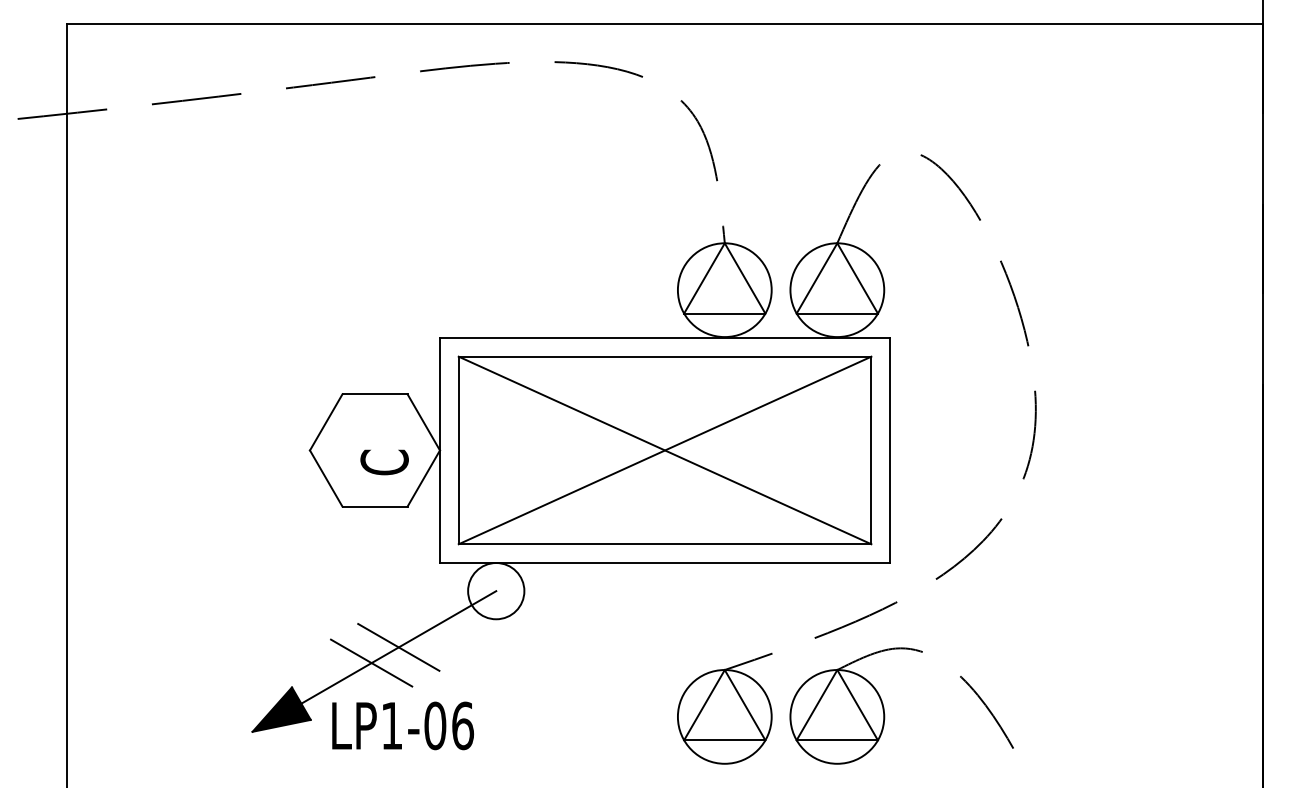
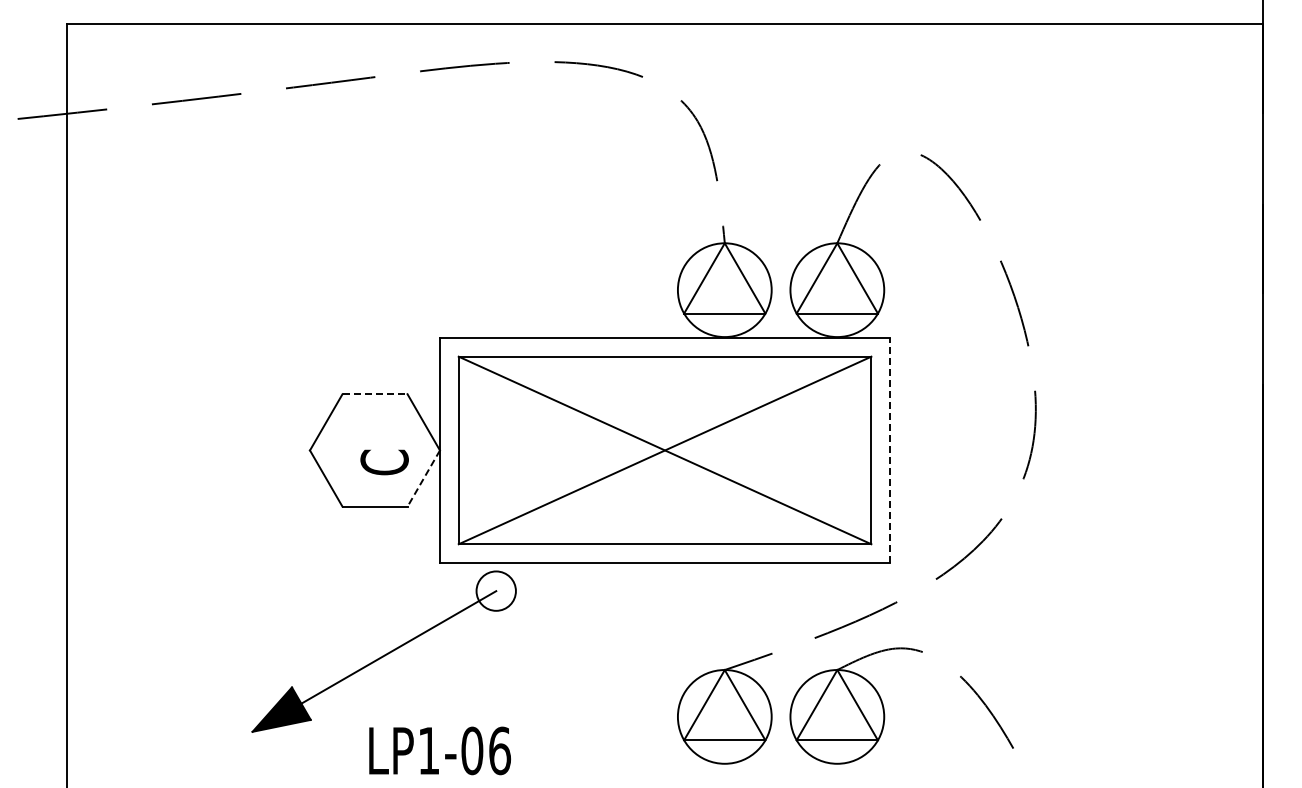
line at (375, 394): solid -> dashed
line at (890, 450): solid -> dashed
line at (423, 479): solid -> dashed
circle at (496, 591) diameter: 56 px -> 39 px
line at (398, 646): present -> none
line at (371, 662): present -> none
text at (402, 725) position: (402, 725) -> (439, 750)
